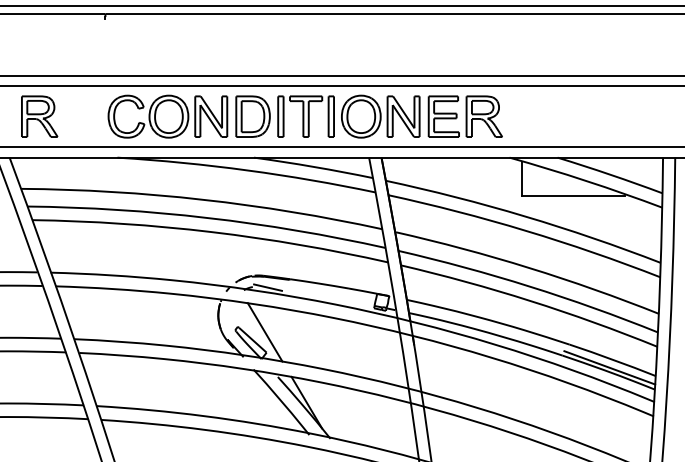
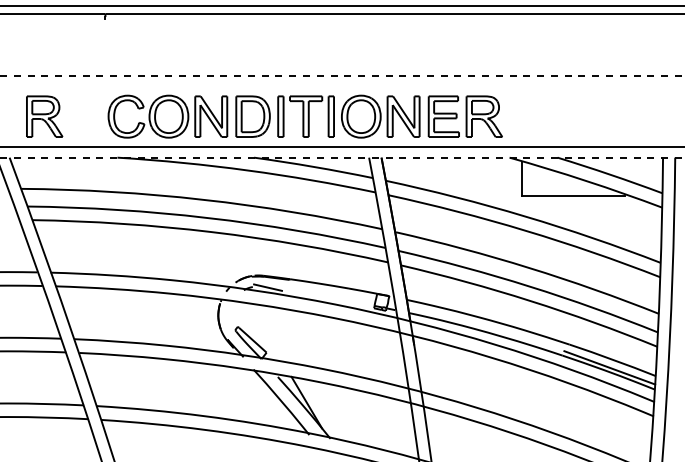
line at (342, 76): solid -> dashed
line at (341, 86): present -> none
part at (39, 116) position: (39, 116) -> (44, 116)
line at (342, 157): solid -> dashed
line at (264, 332): present -> none
